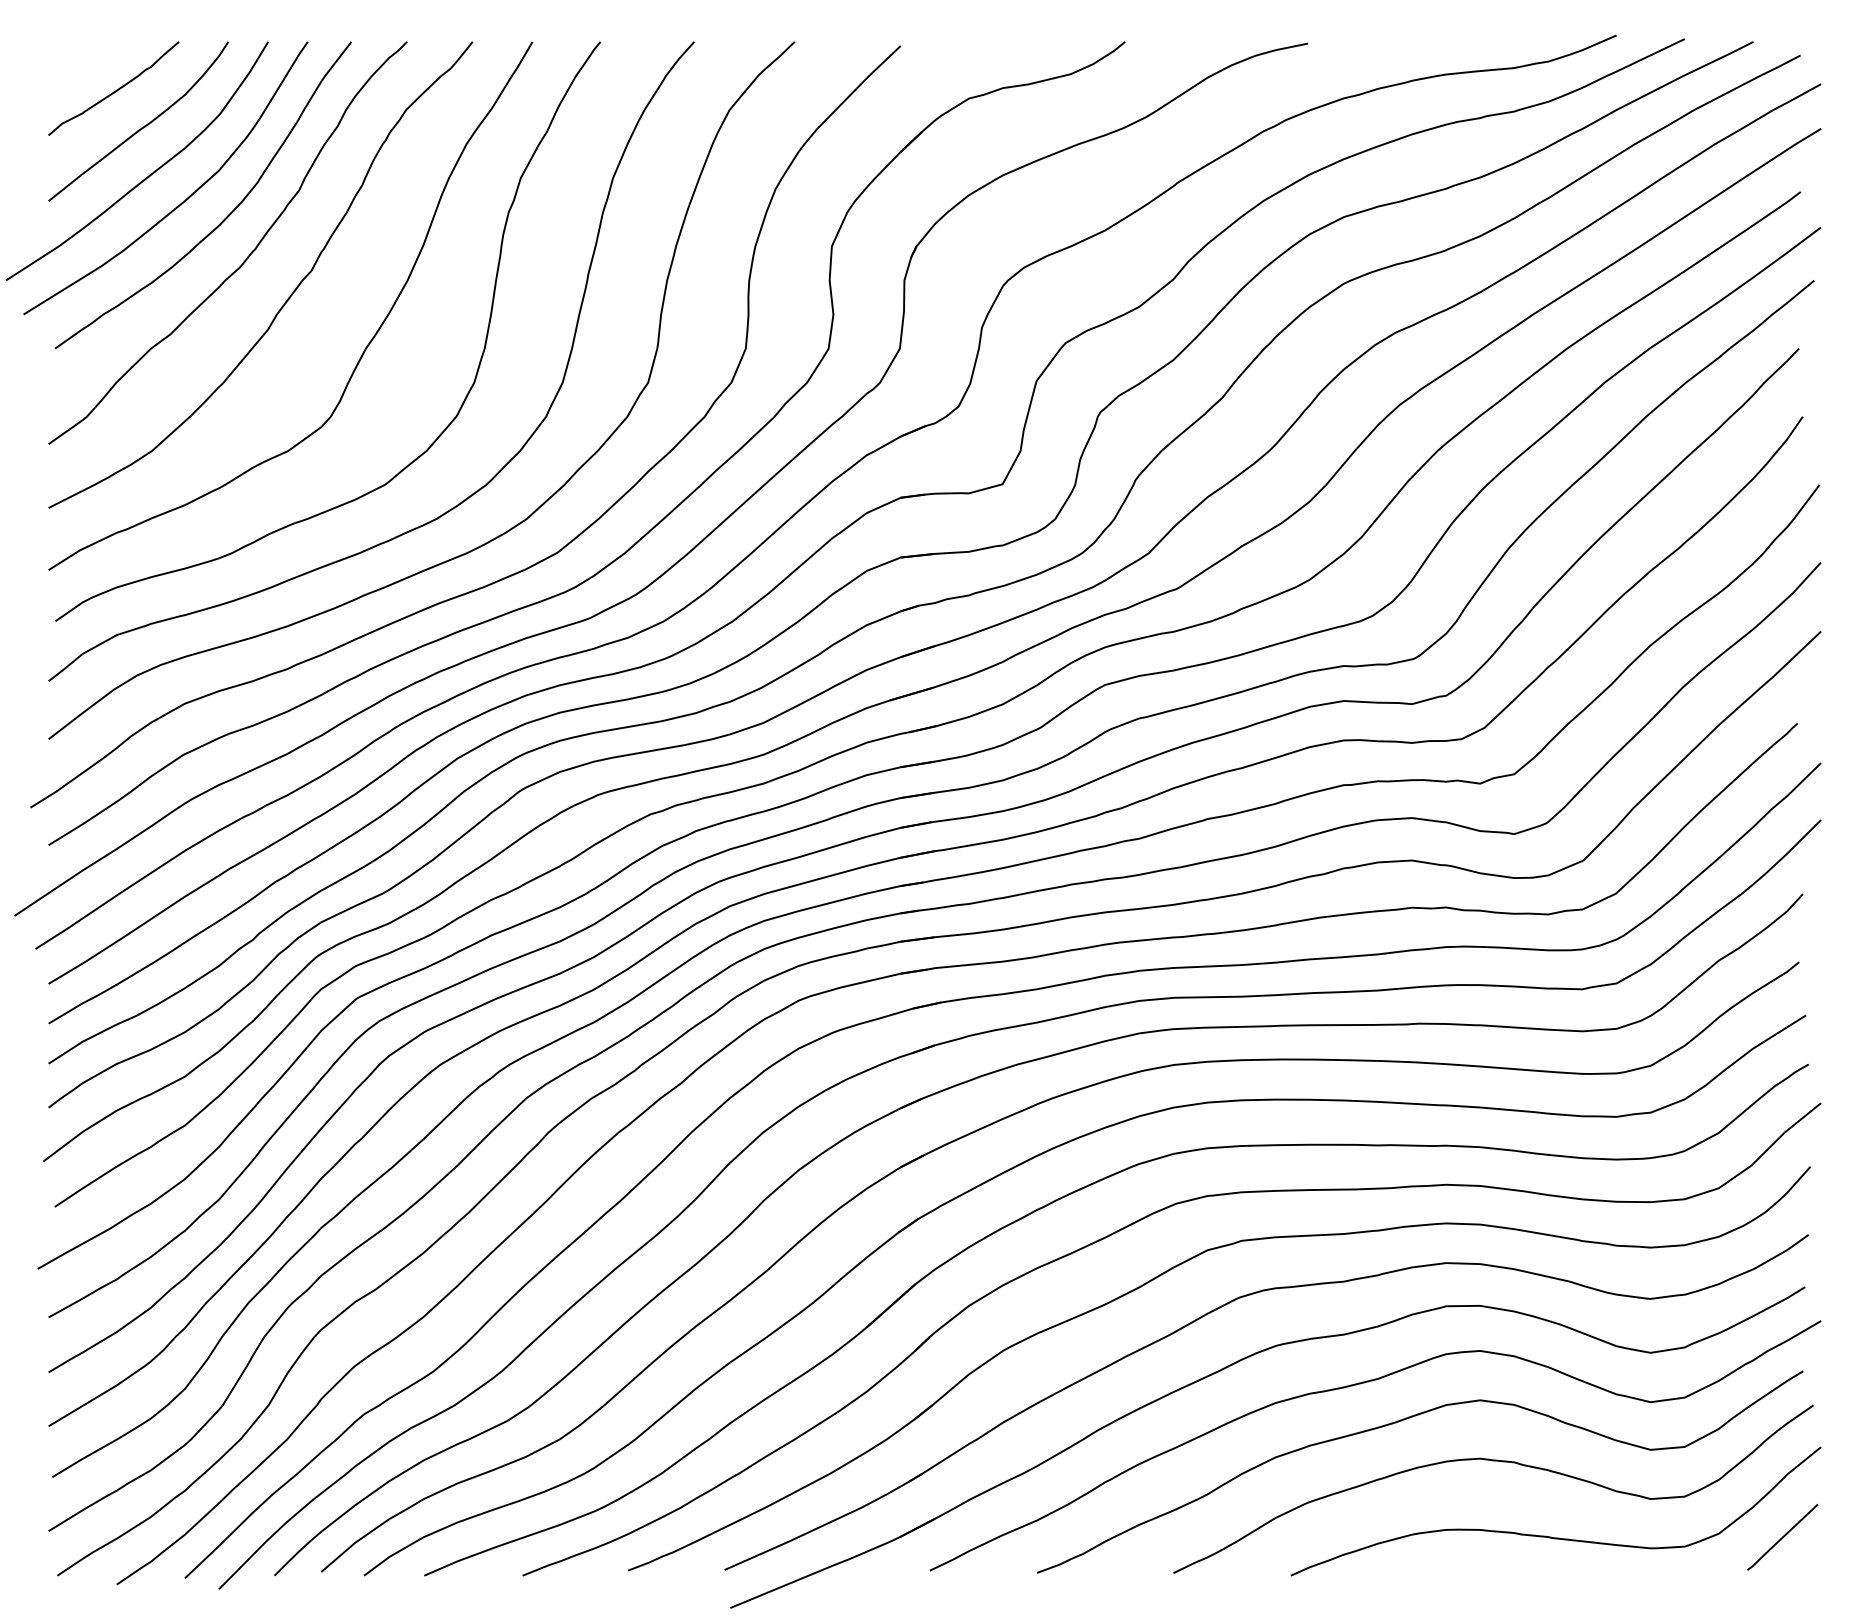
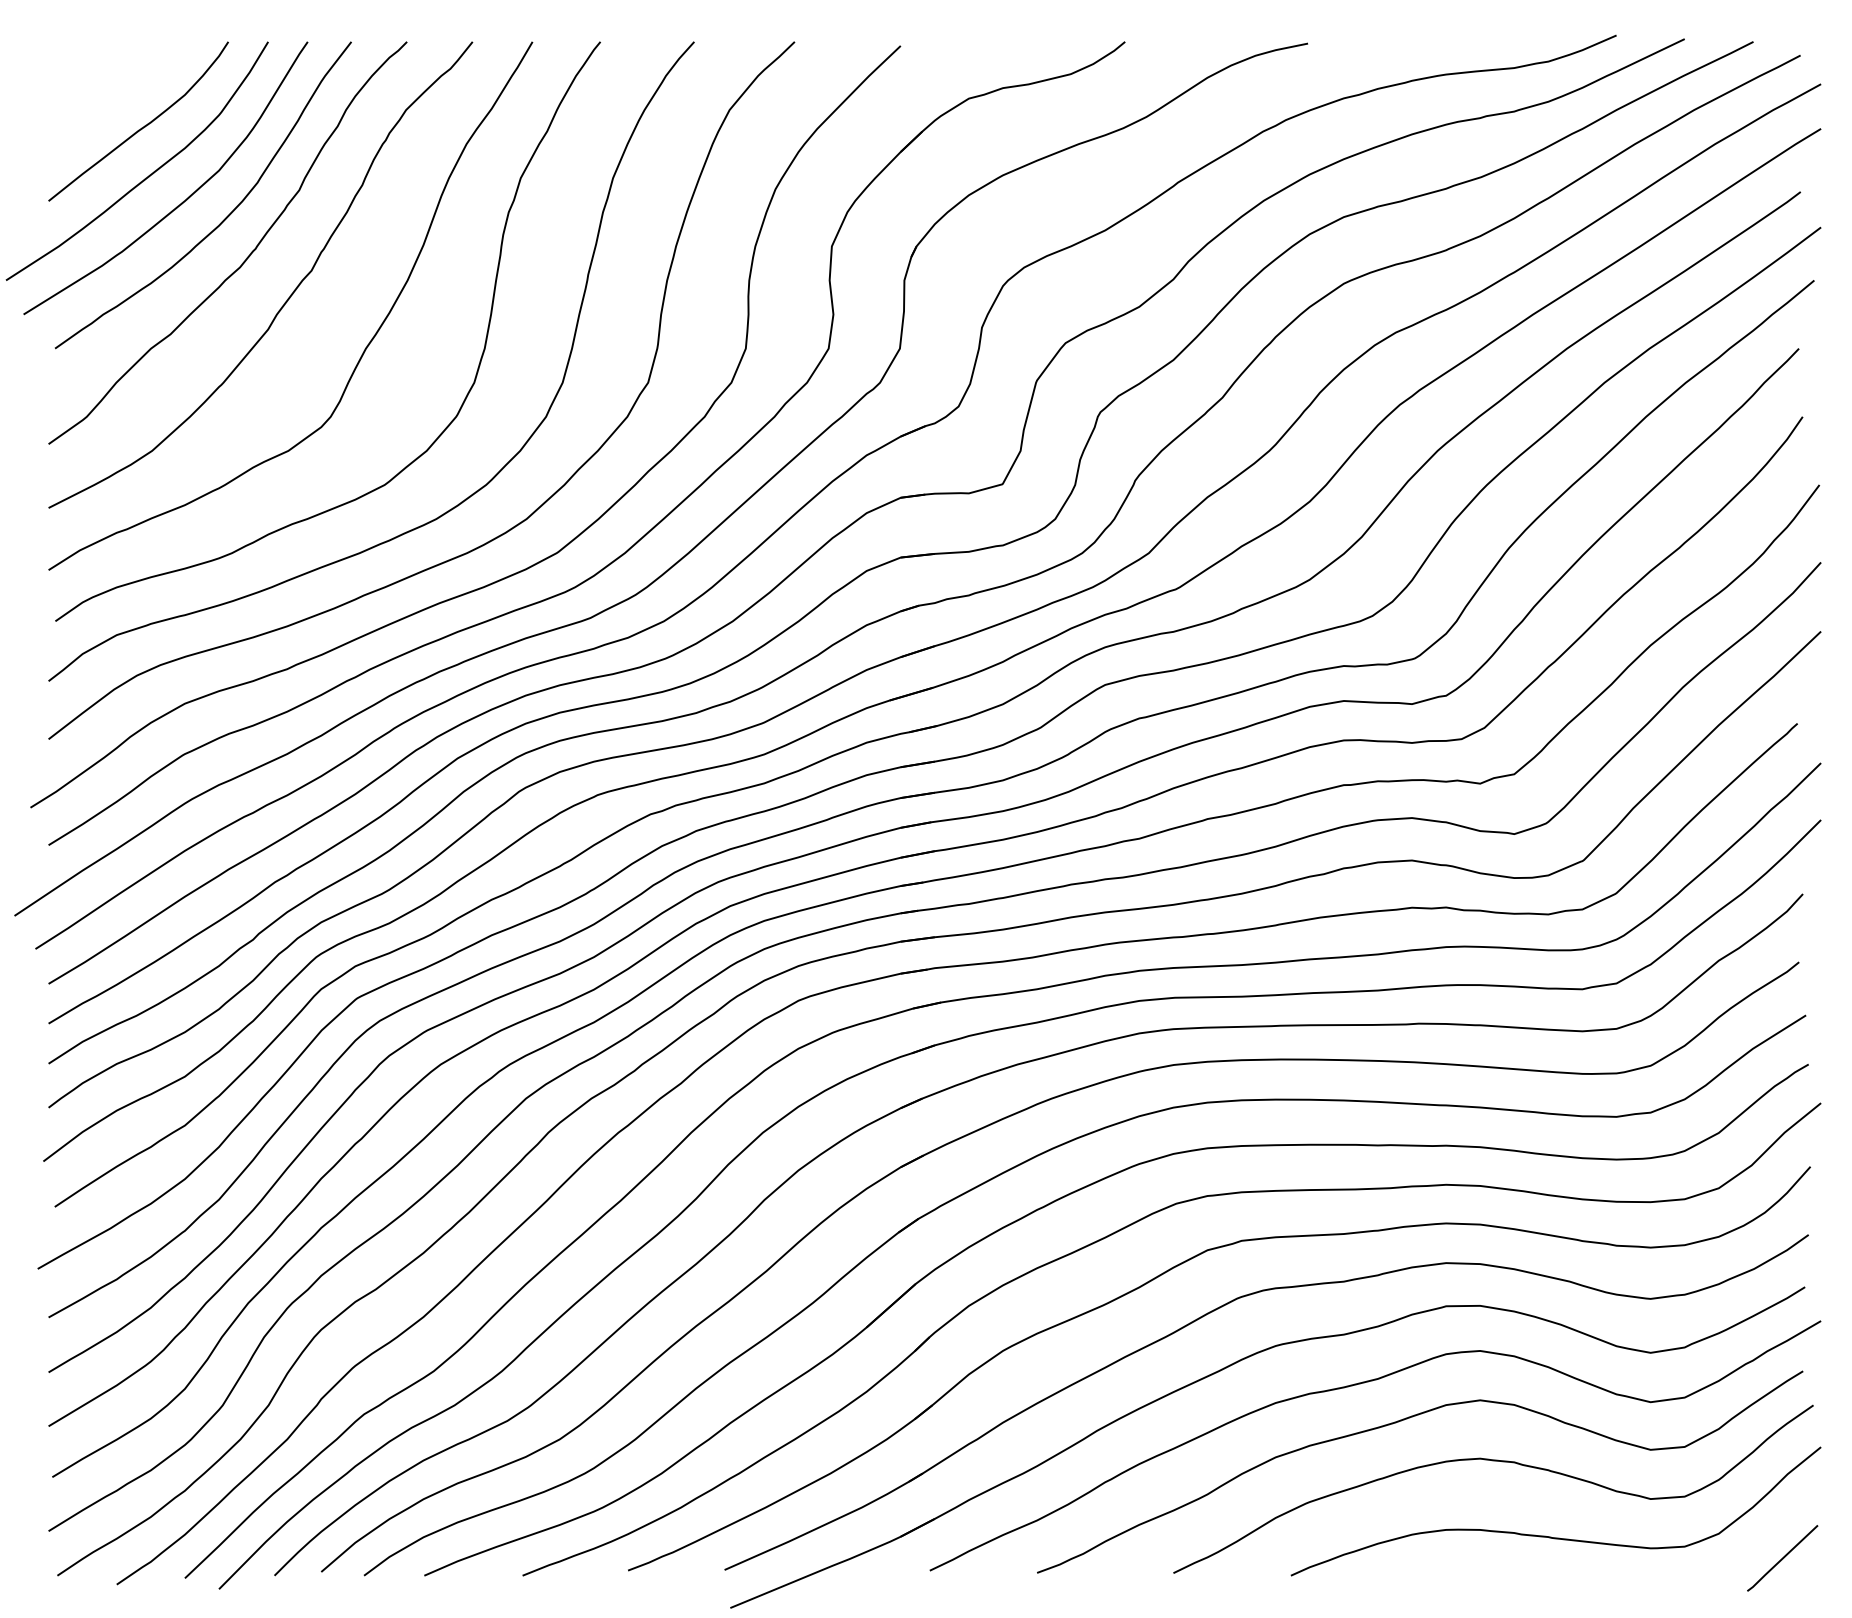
curve at (115, 90): present -> none
line at (1782, 1537) position: (1782, 1537) -> (1782, 1558)
